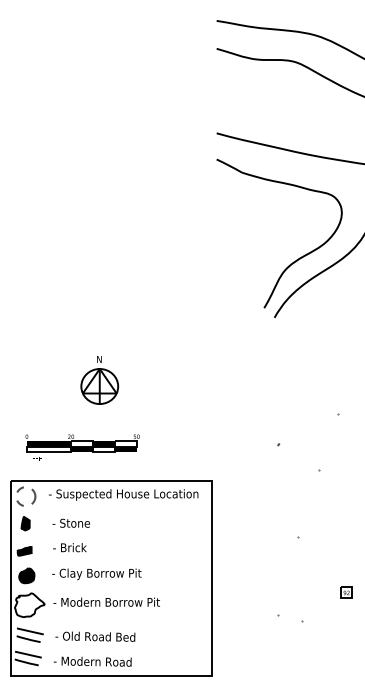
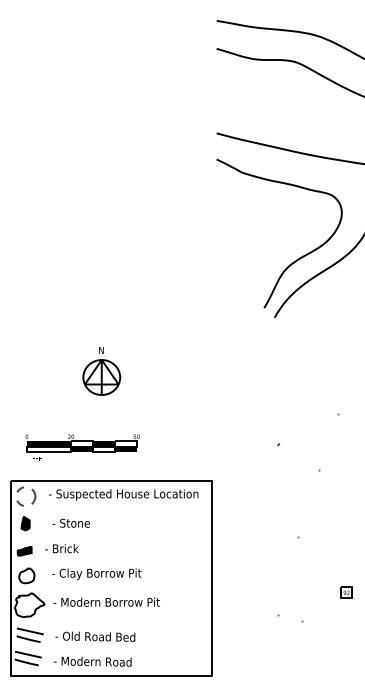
part at (99, 380) position: (99, 380) -> (101, 371)
text at (69, 547) position: (69, 547) -> (61, 548)
fill at (26, 575): present -> none
